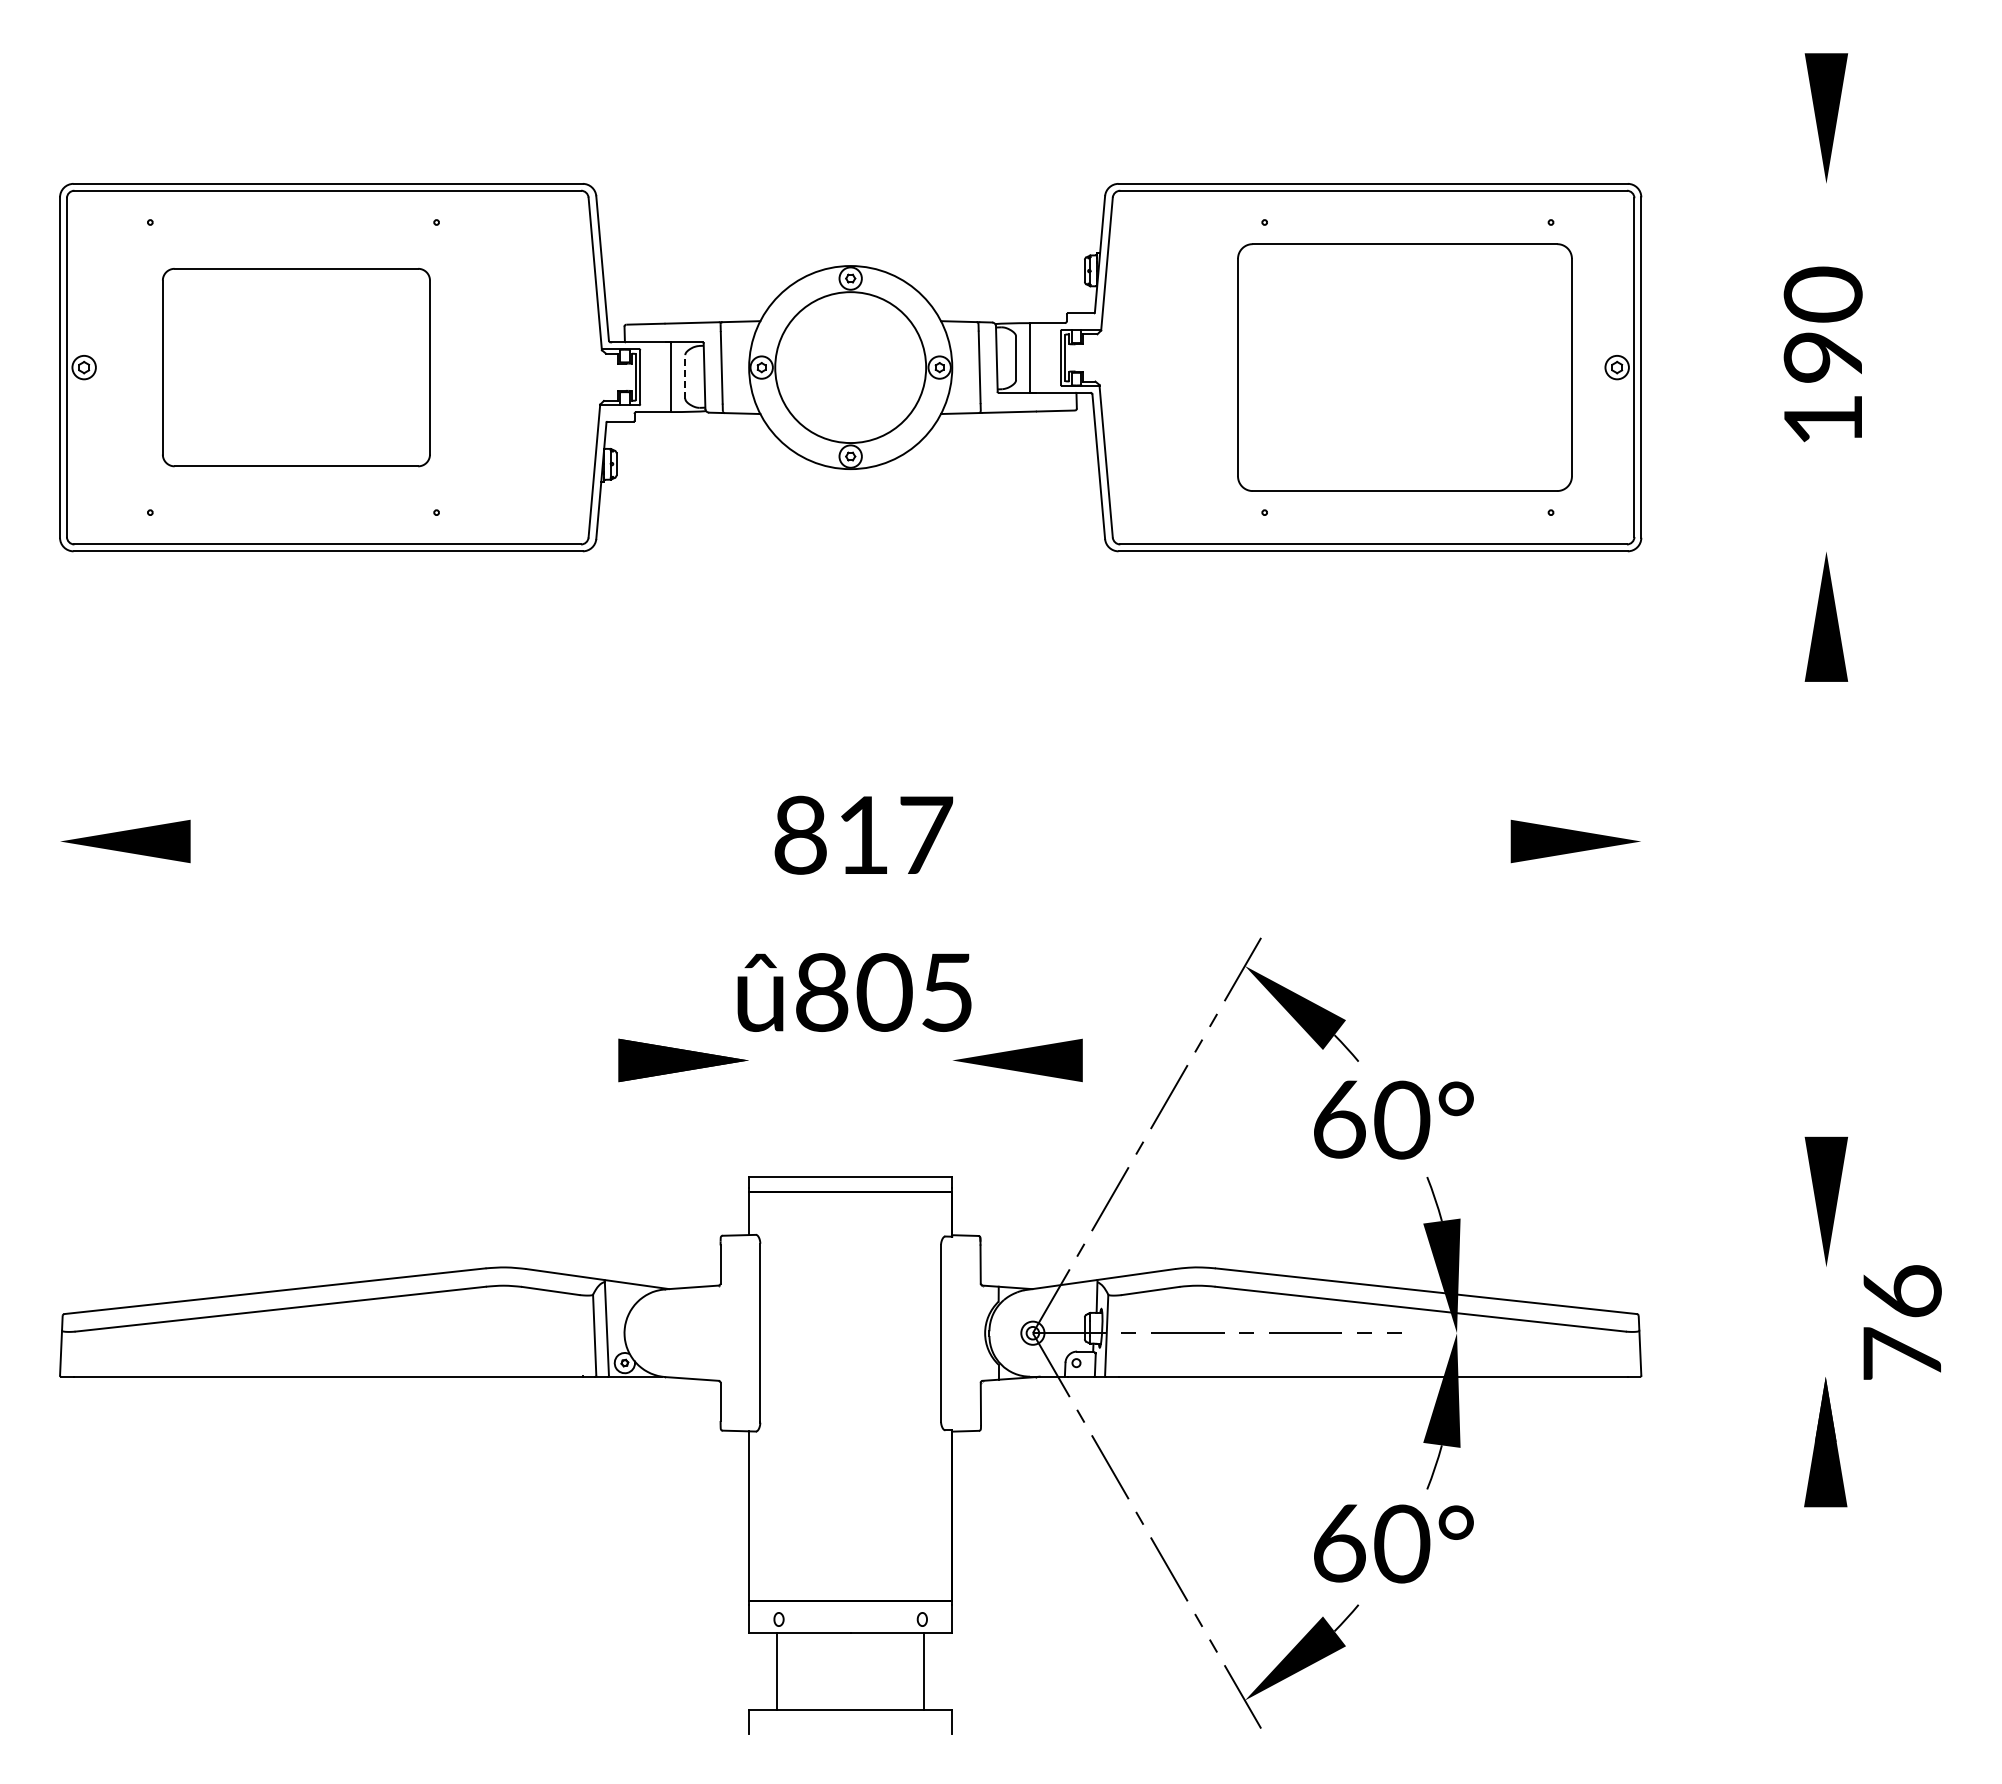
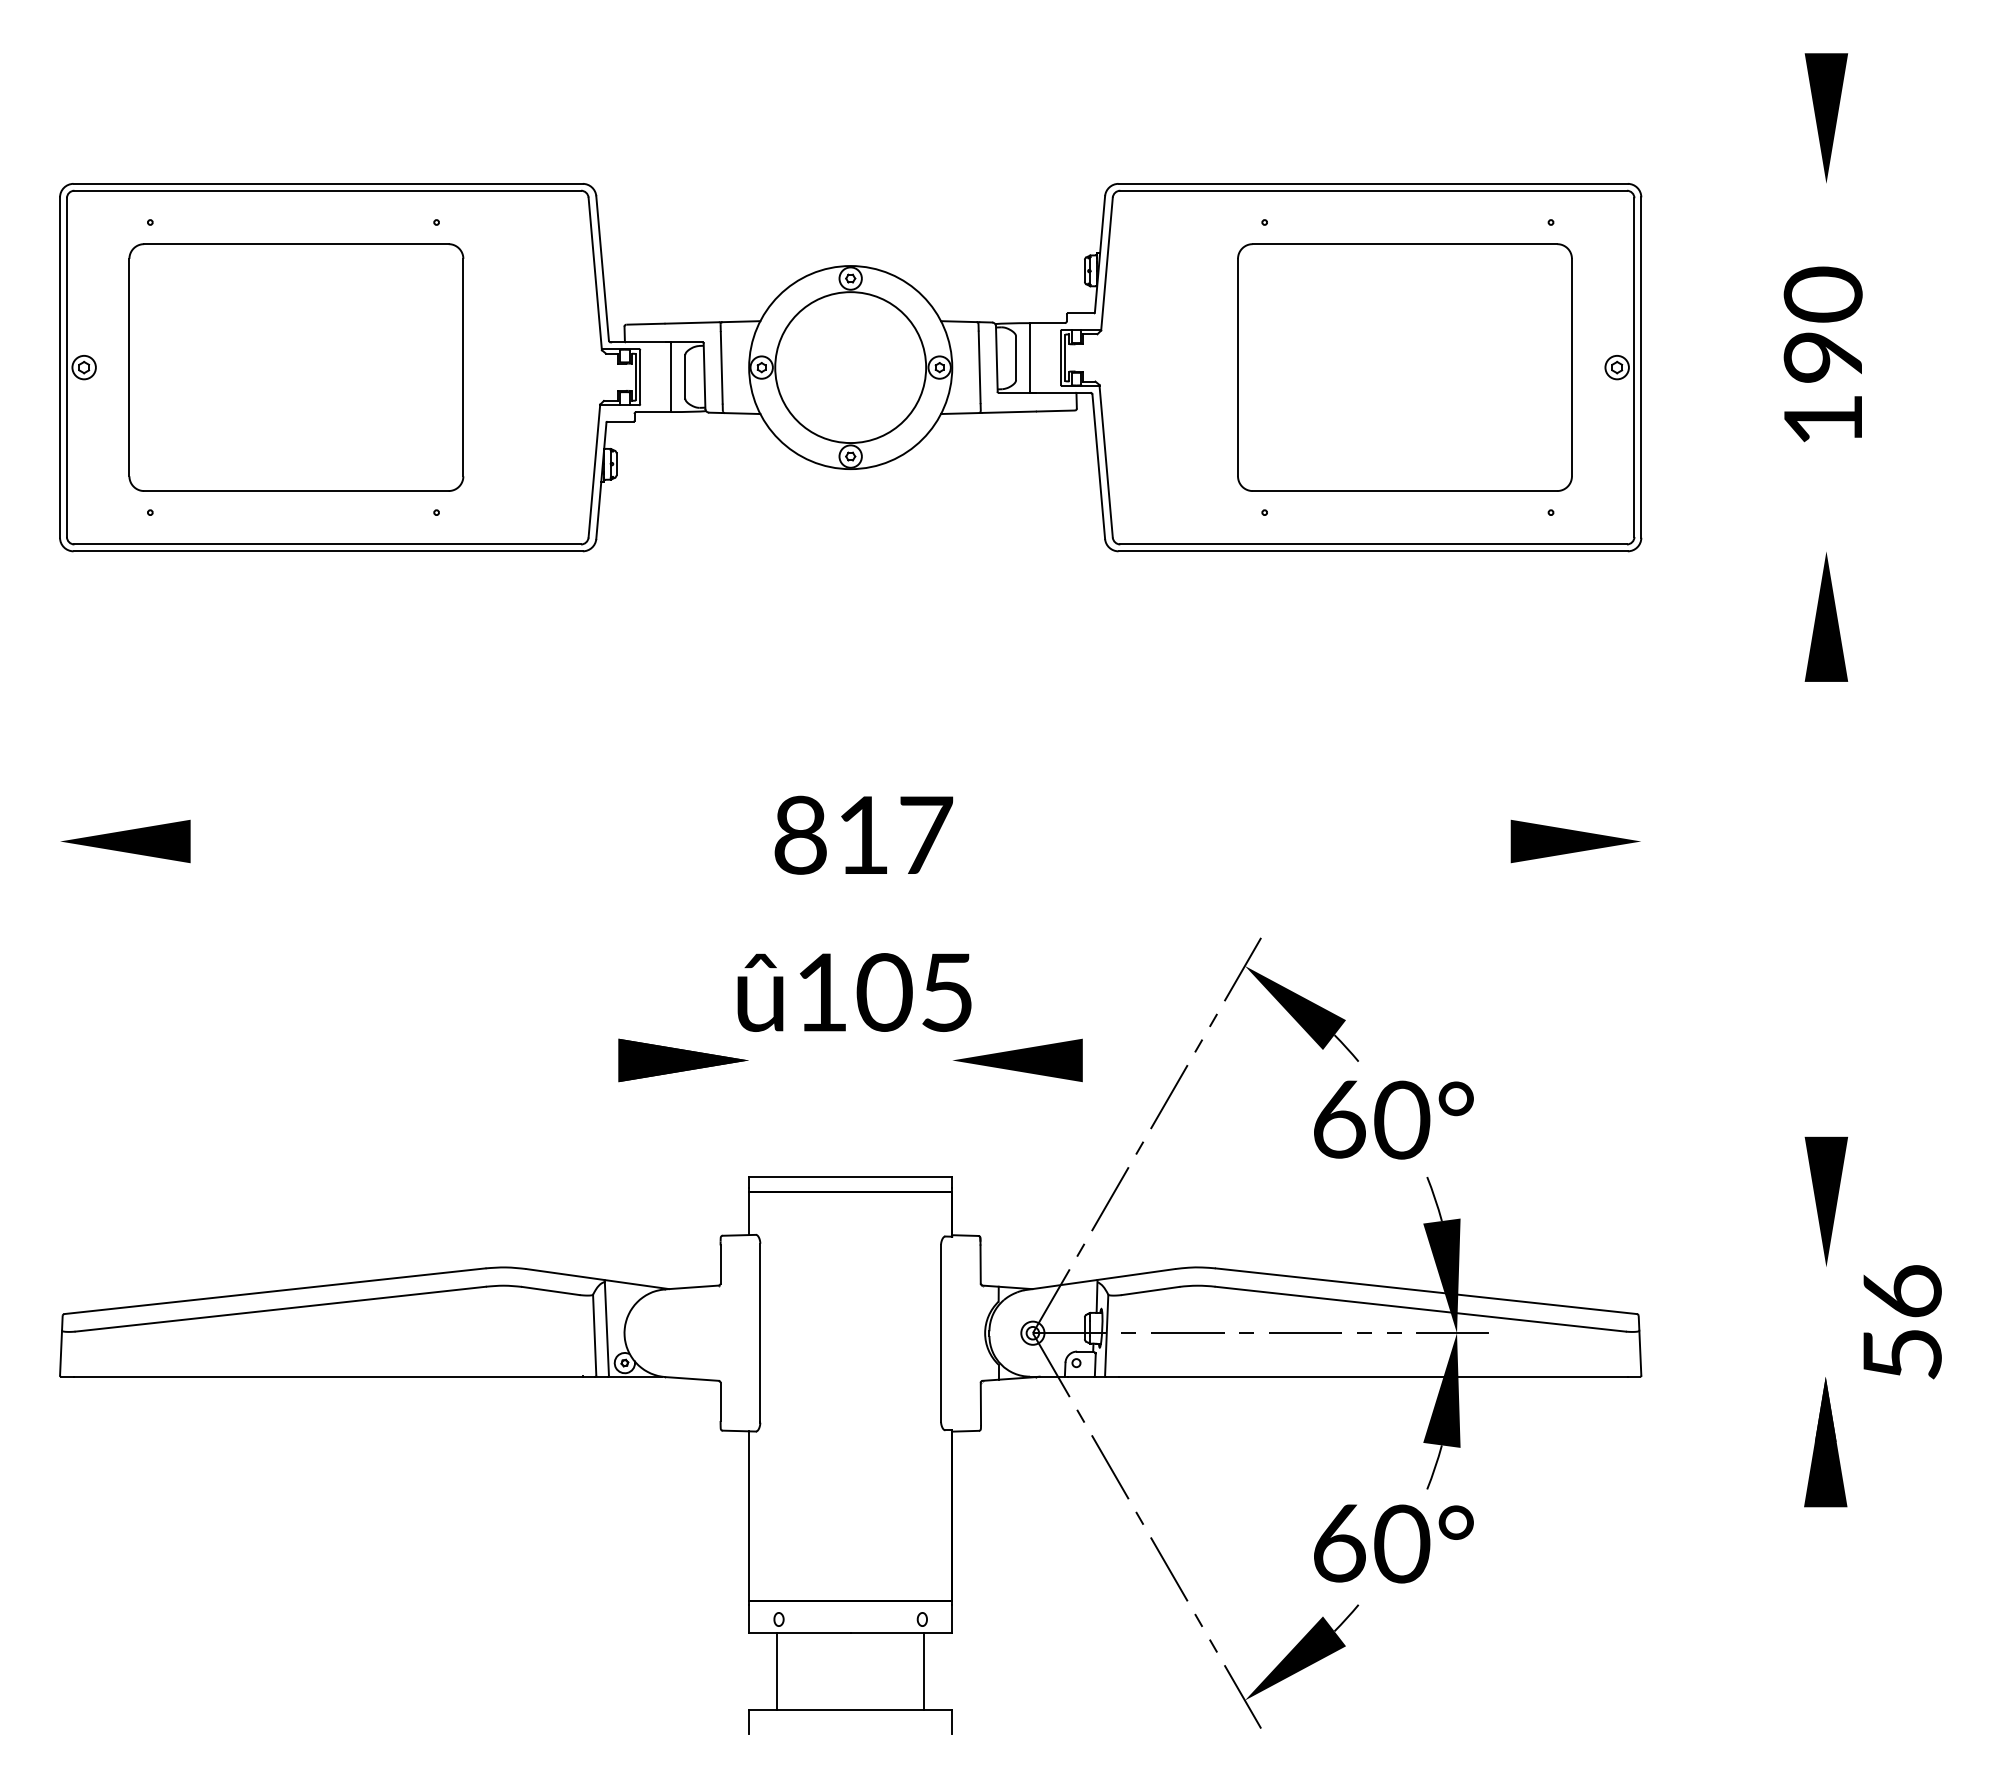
part at (296, 367) size: 269x200 px -> 337x249 px
line at (685, 376): dashed -> solid
text at (822, 992): û805 -> û105
line at (1452, 1333): none -> present
text at (1902, 1353): 76 -> 56
